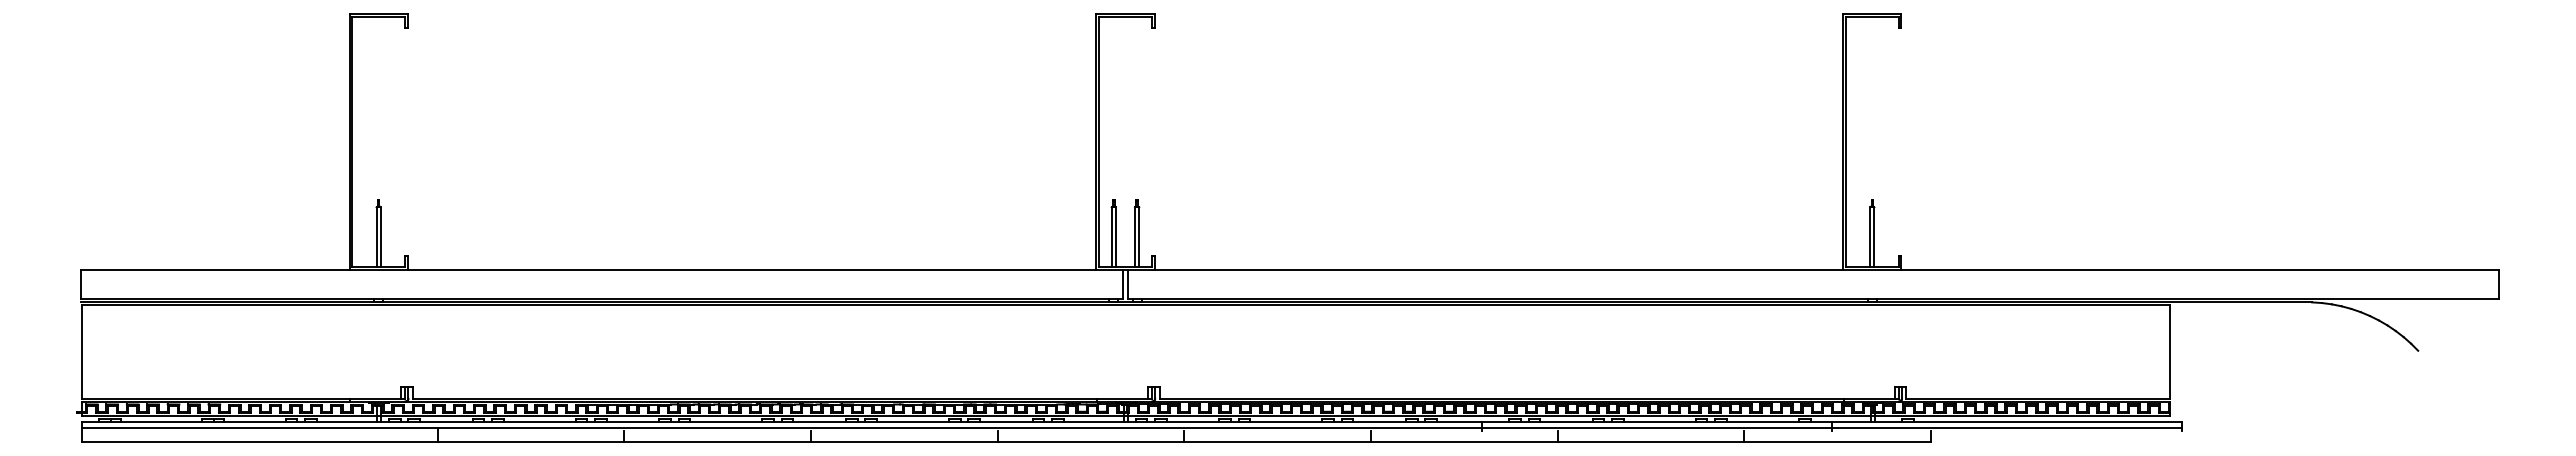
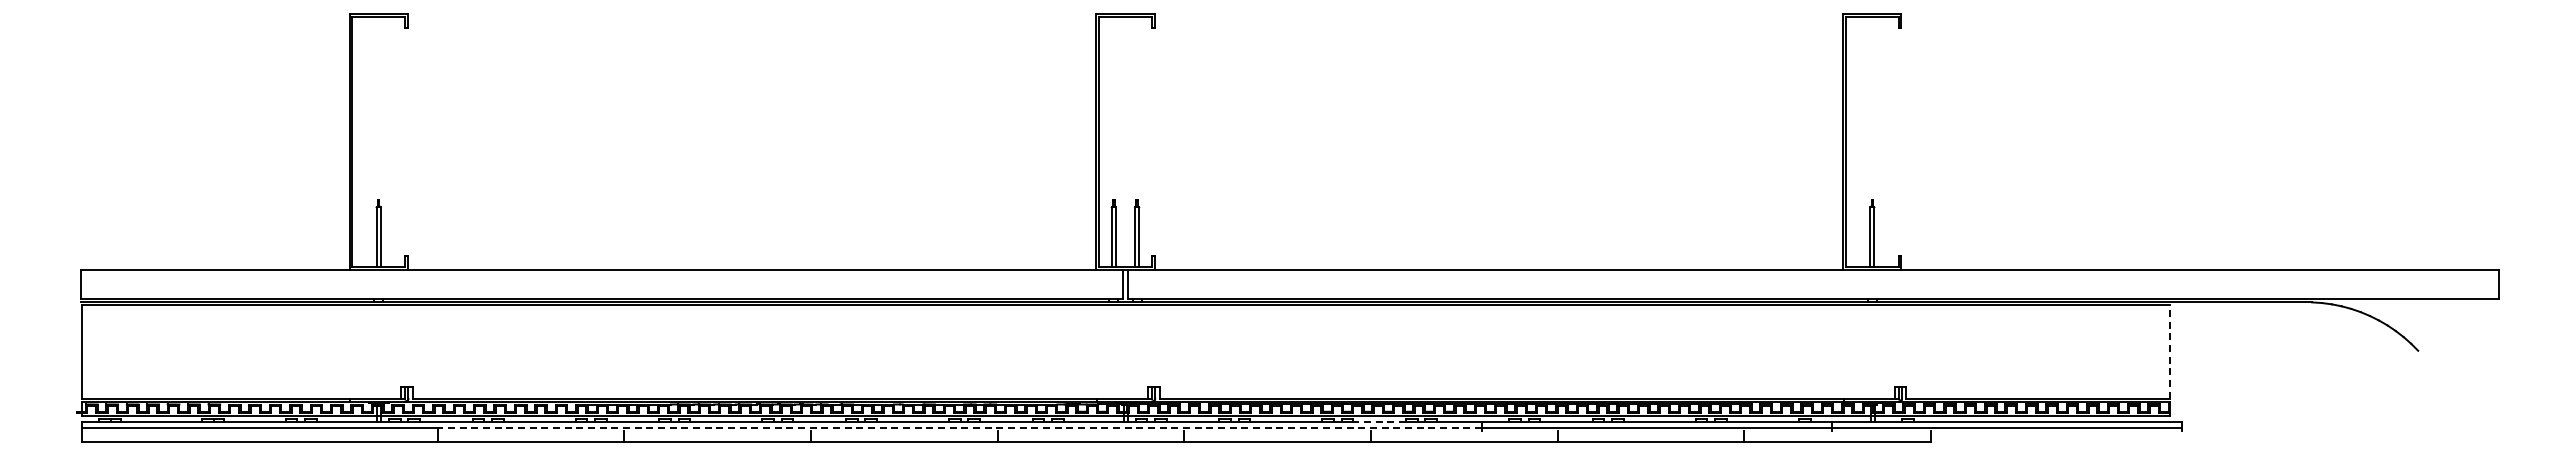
line at (2170, 351): solid -> dashed
line at (1379, 421): solid -> dashed
line at (959, 427): solid -> dashed
